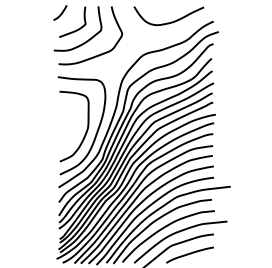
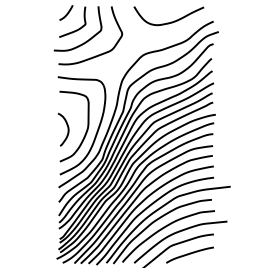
curve at (61, 12) position: (61, 12) -> (67, 12)
curve at (67, 129): none -> present
